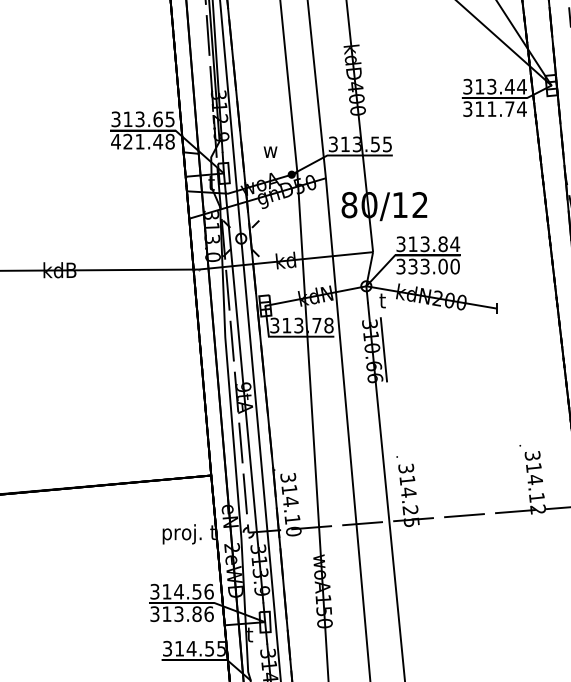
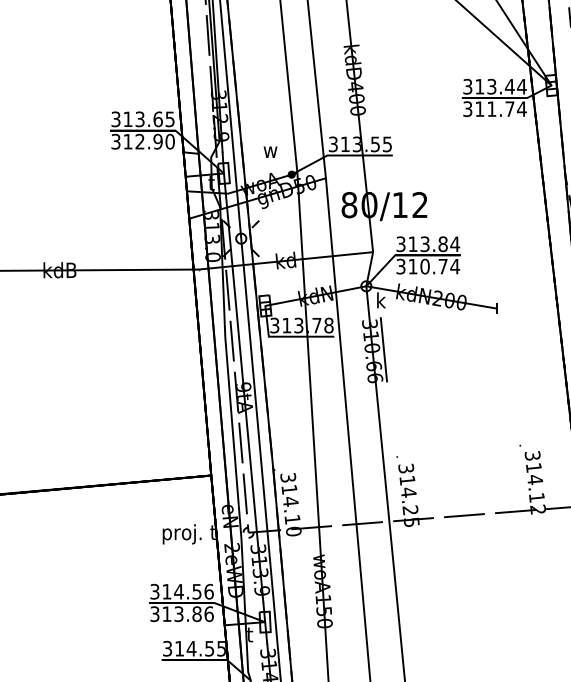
text at (142, 141): 421.48 -> 312.90
text at (434, 266): 333.00 -> 310.74
text at (381, 300): t -> k
